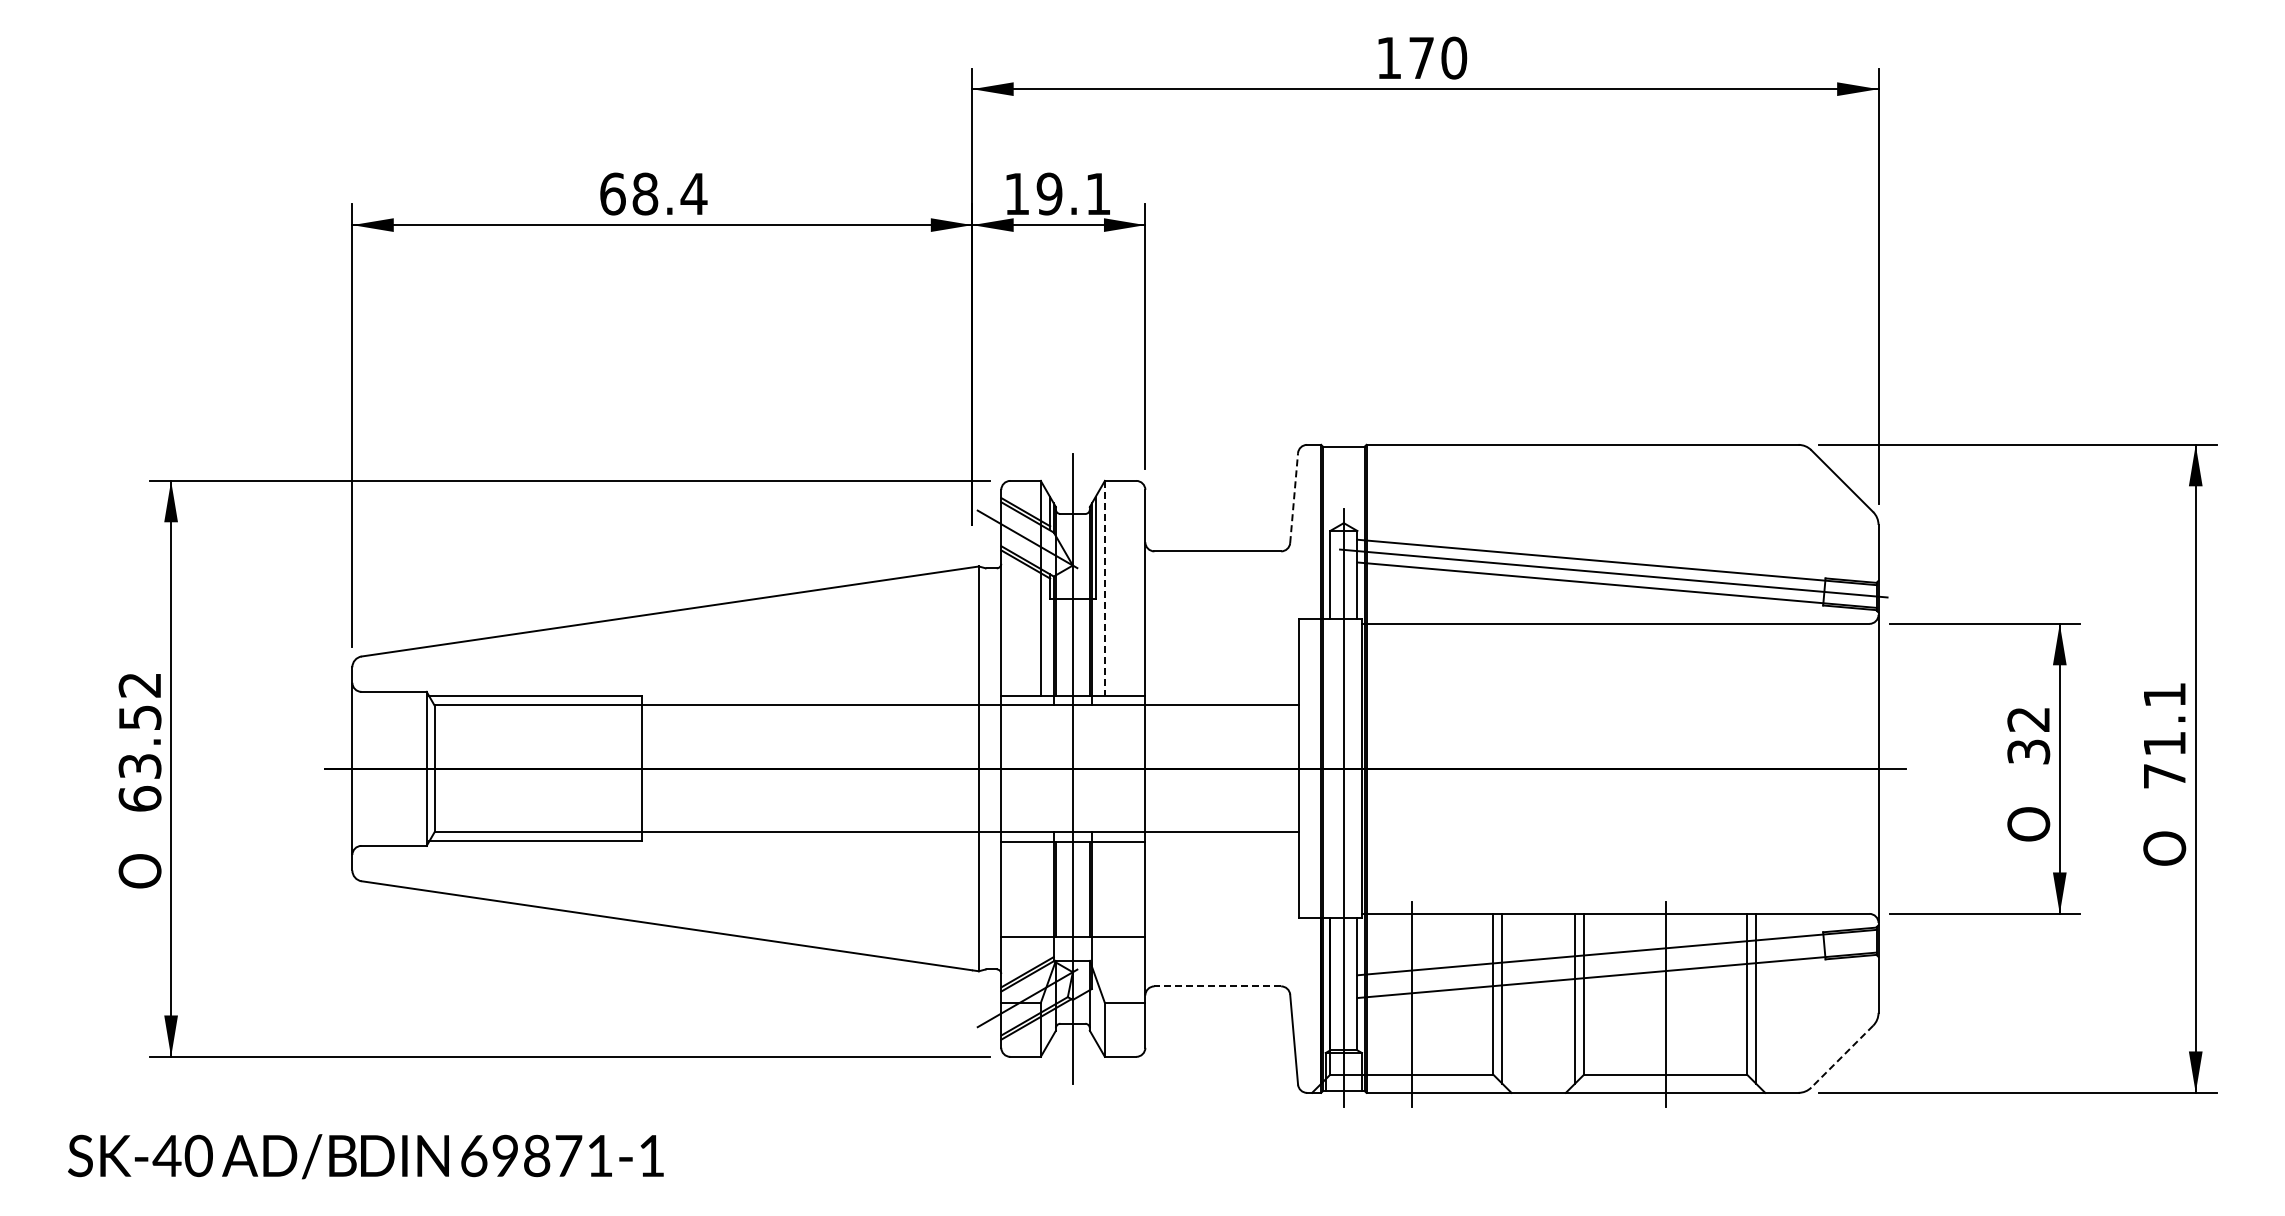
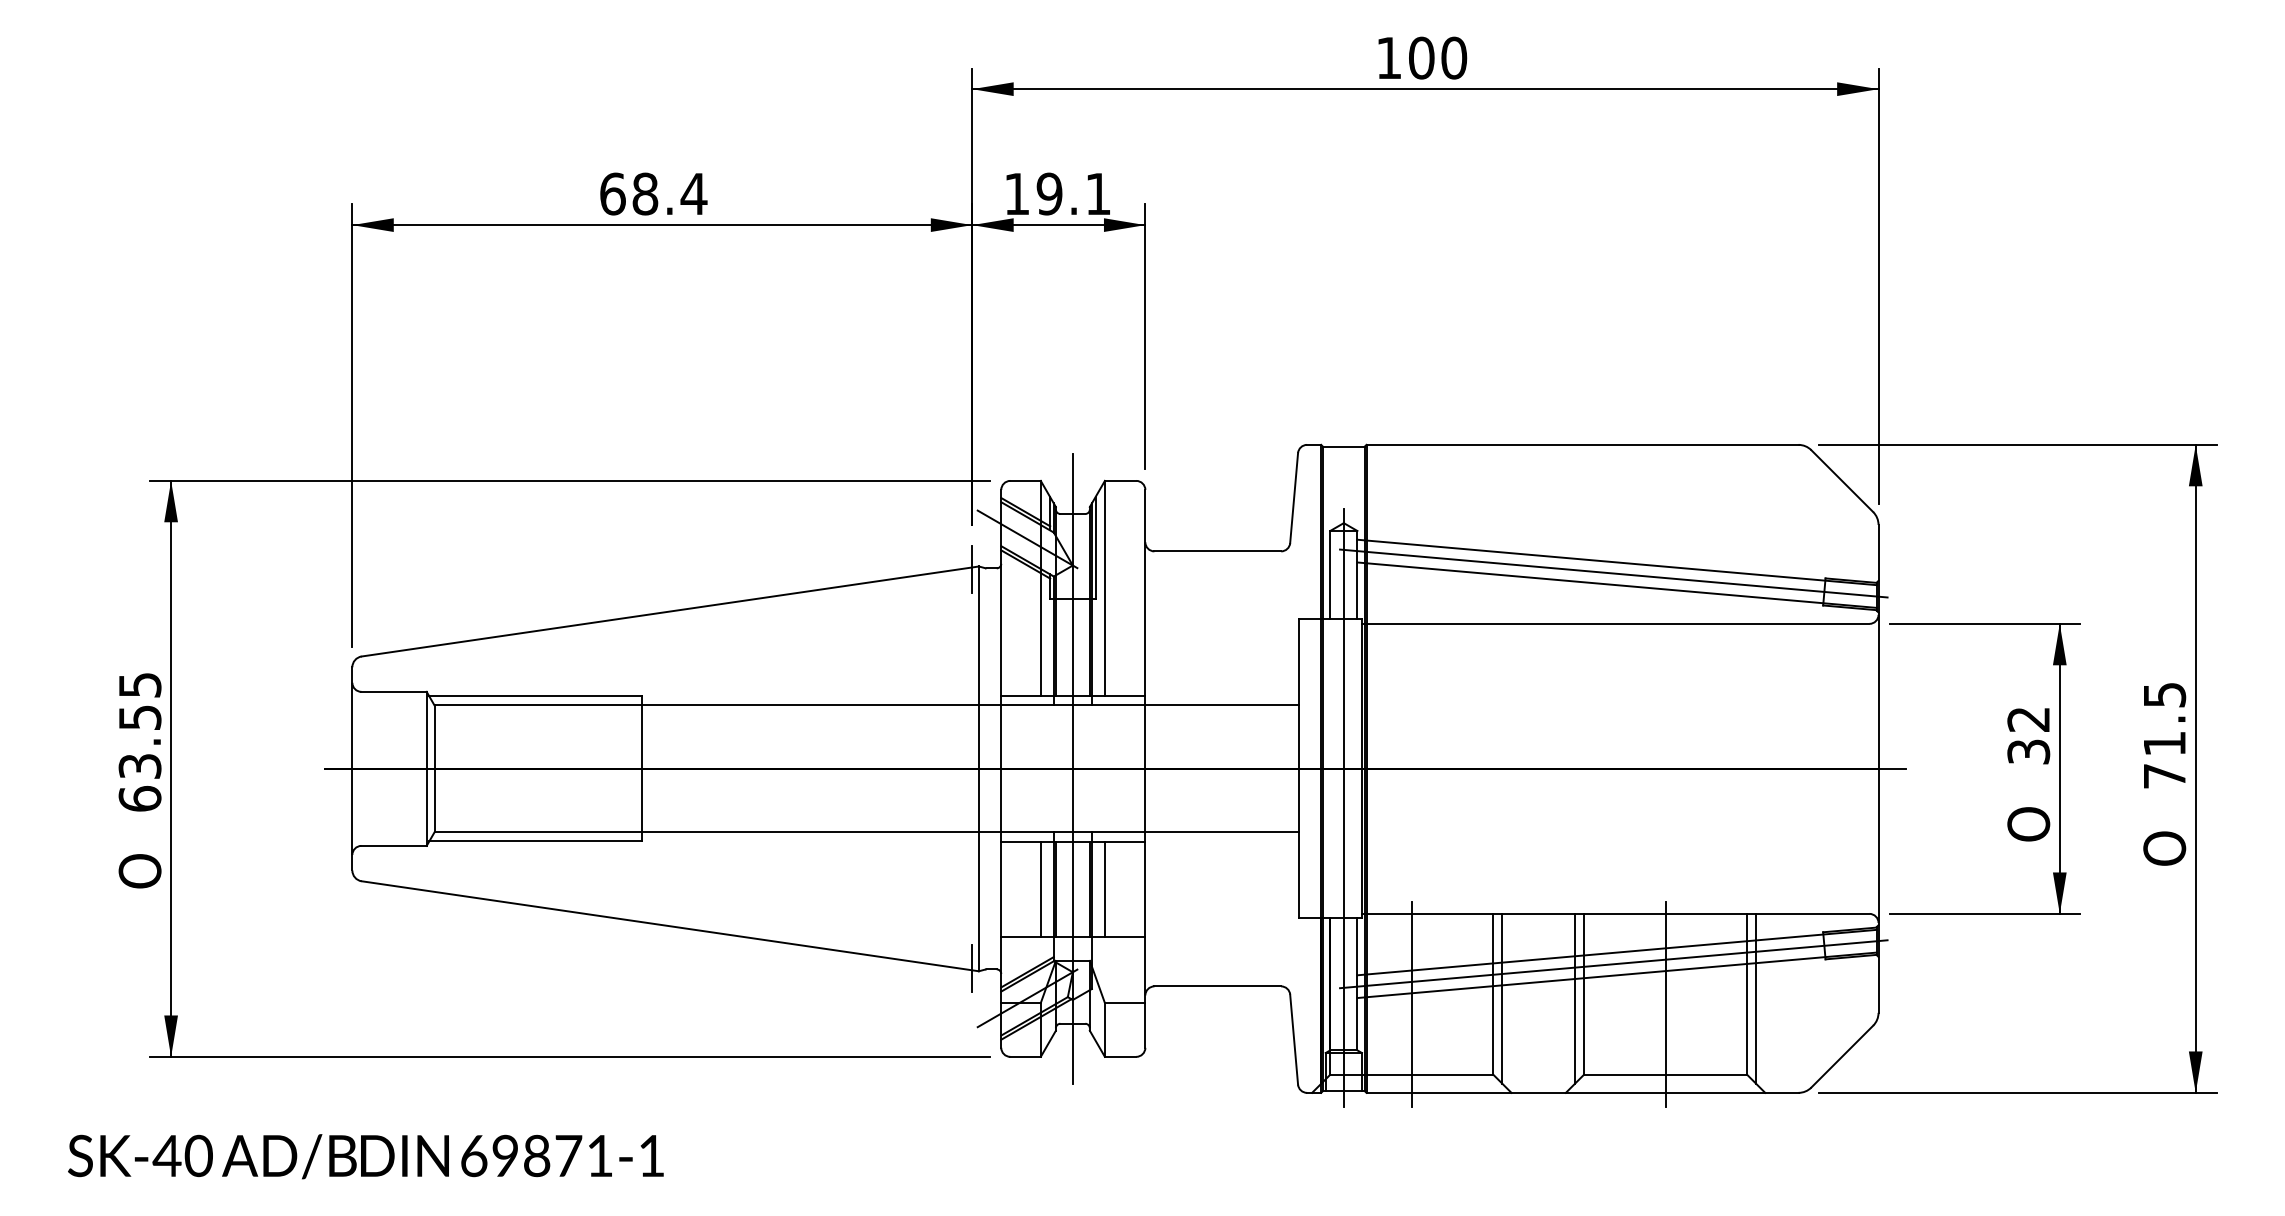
text at (1421, 57): 170 -> 100
line at (1294, 497): dashed -> solid
line at (972, 569): none -> present
line at (1104, 588): dashed -> solid
text at (139, 685): 63.52 -> 63.55
text at (2165, 695): 71.1 -> 71.5
line at (1040, 888): none -> present
line at (1104, 888): none -> present
line at (1613, 964): none -> present
line at (972, 967): none -> present
line at (1217, 986): dashed -> solid
line at (1842, 1056): dashed -> solid
